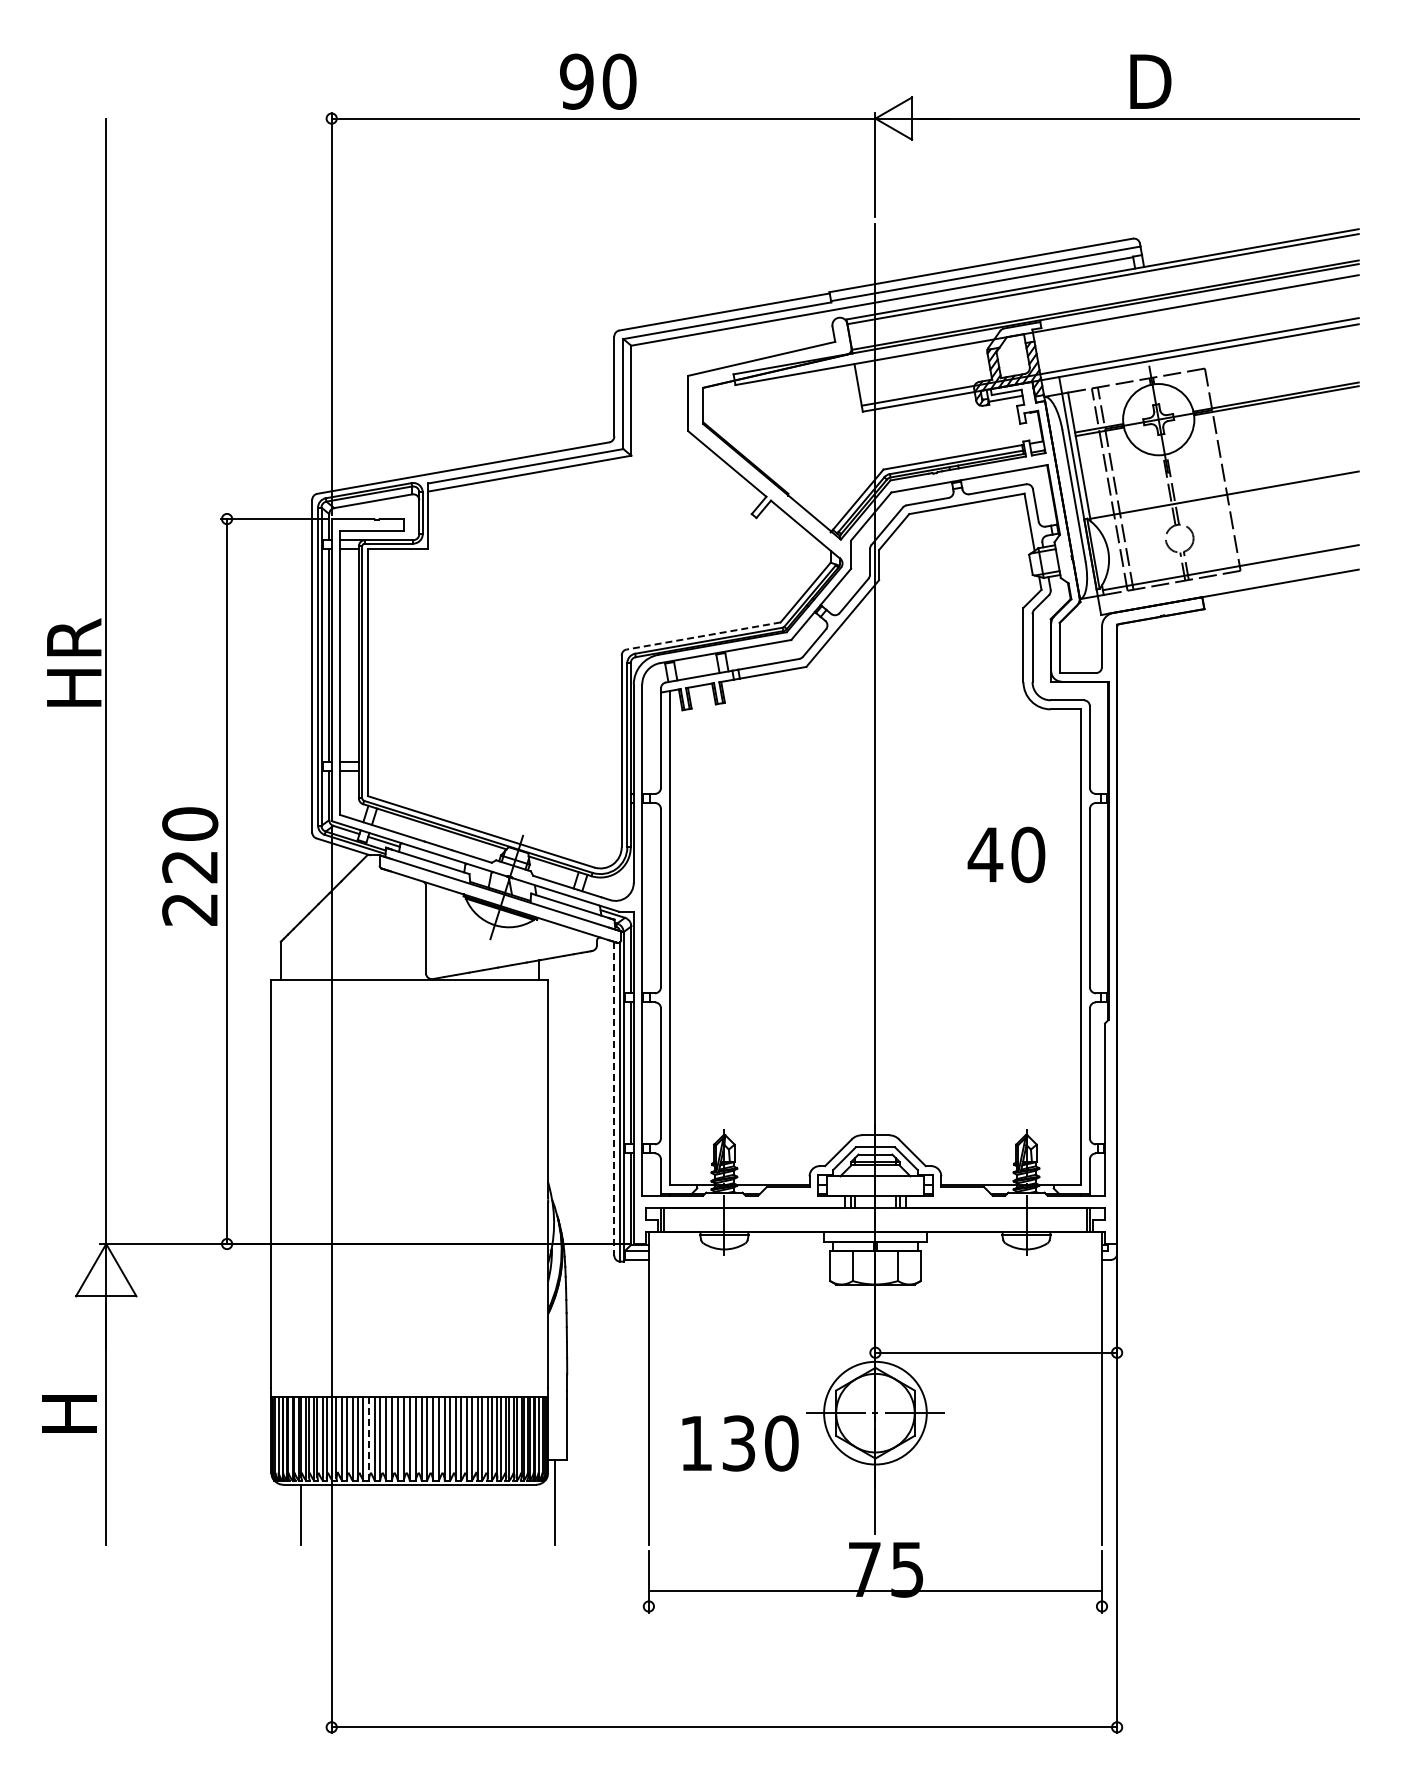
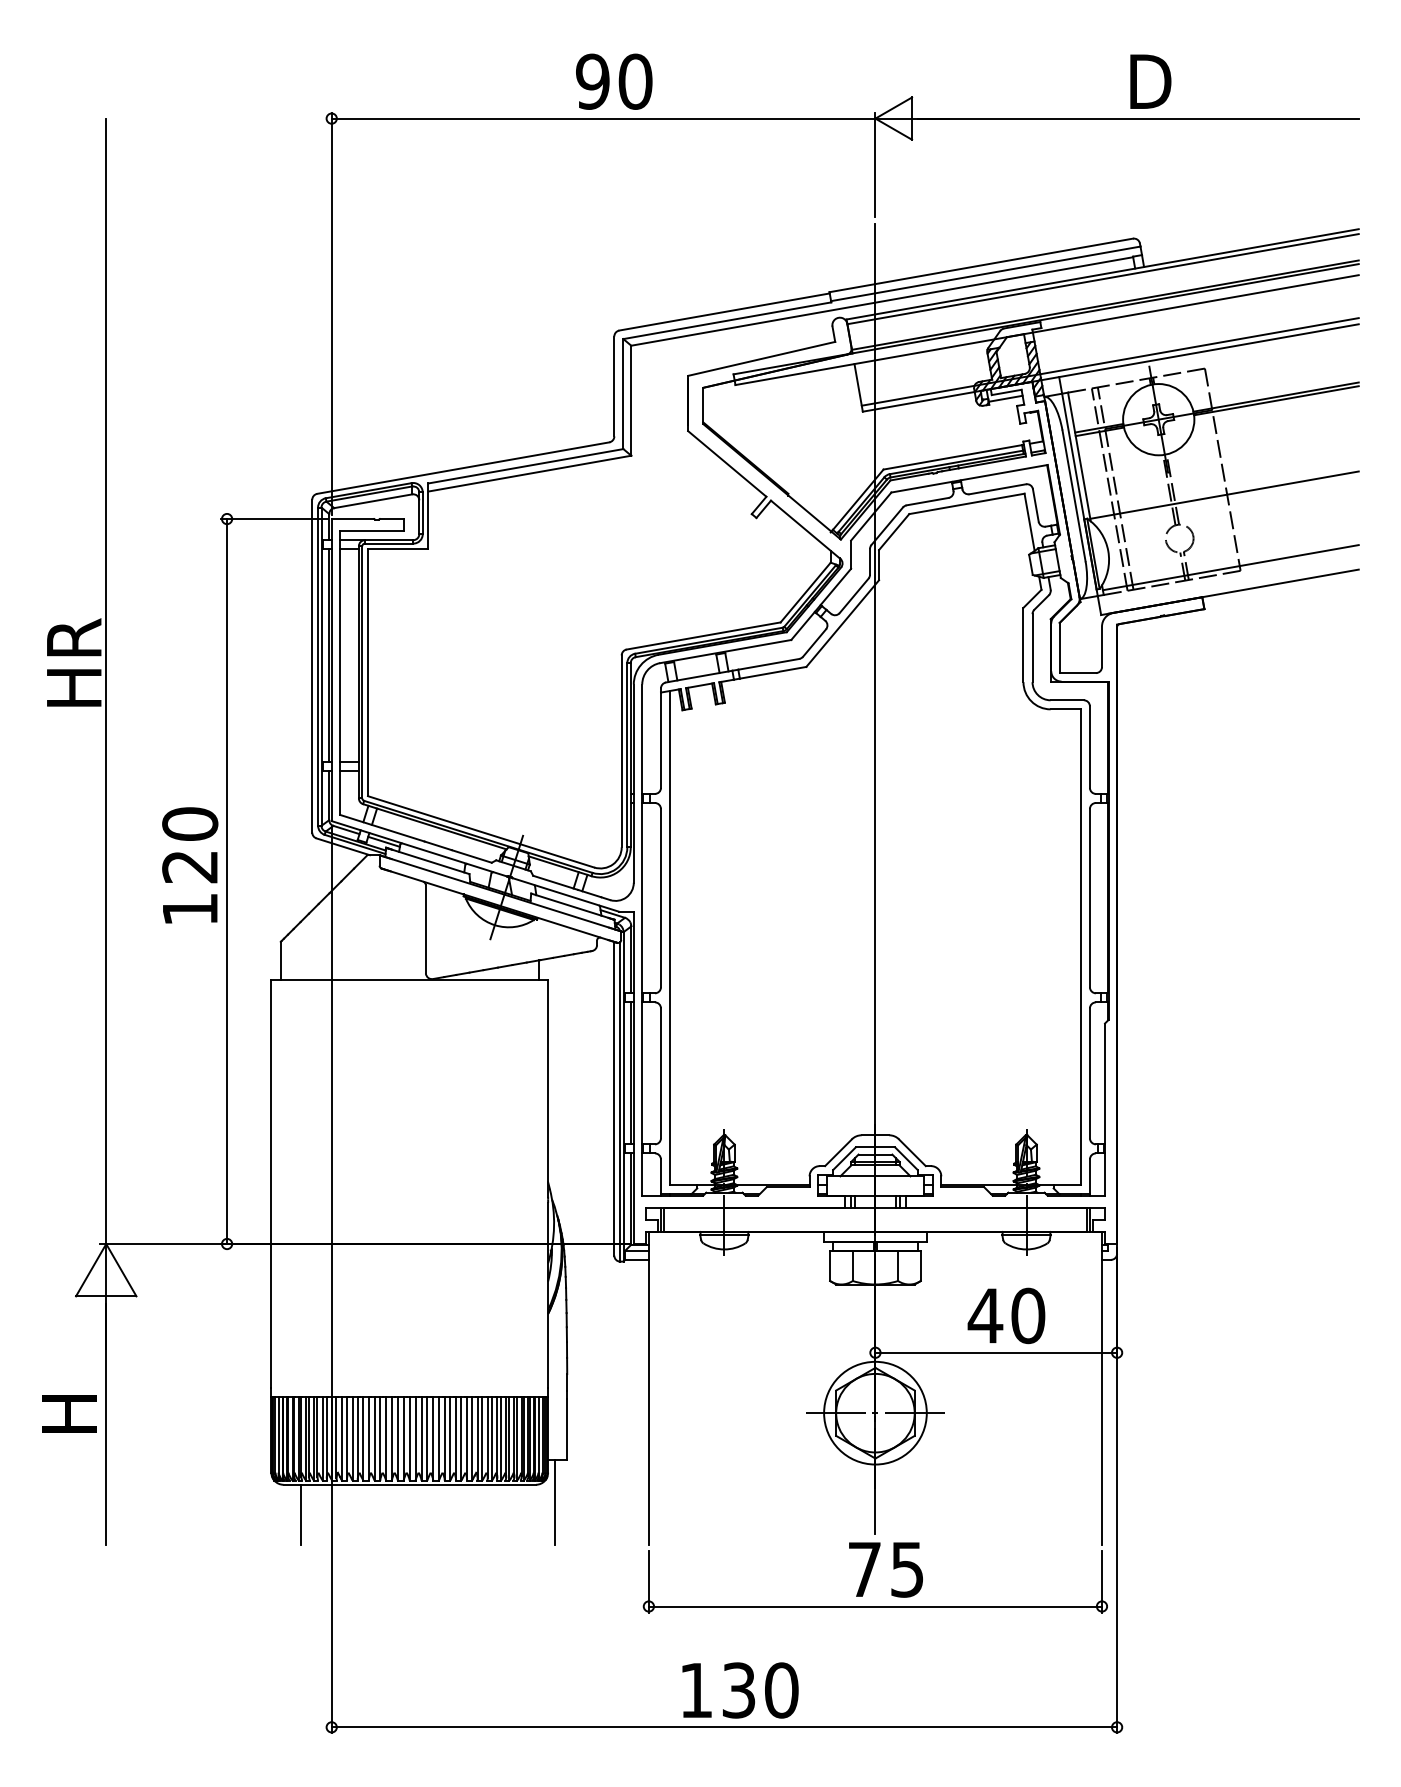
text at (598, 81) position: (598, 81) -> (614, 81)
line at (703, 636): dashed -> solid
text at (1006, 854) position: (1006, 854) -> (1006, 1315)
text at (189, 909): 220 -> 120
line at (614, 1098): dashed -> solid
line at (368, 1438): dashed -> solid
text at (740, 1443) position: (740, 1443) -> (740, 1690)
line at (875, 1590) position: (875, 1590) -> (875, 1606)
